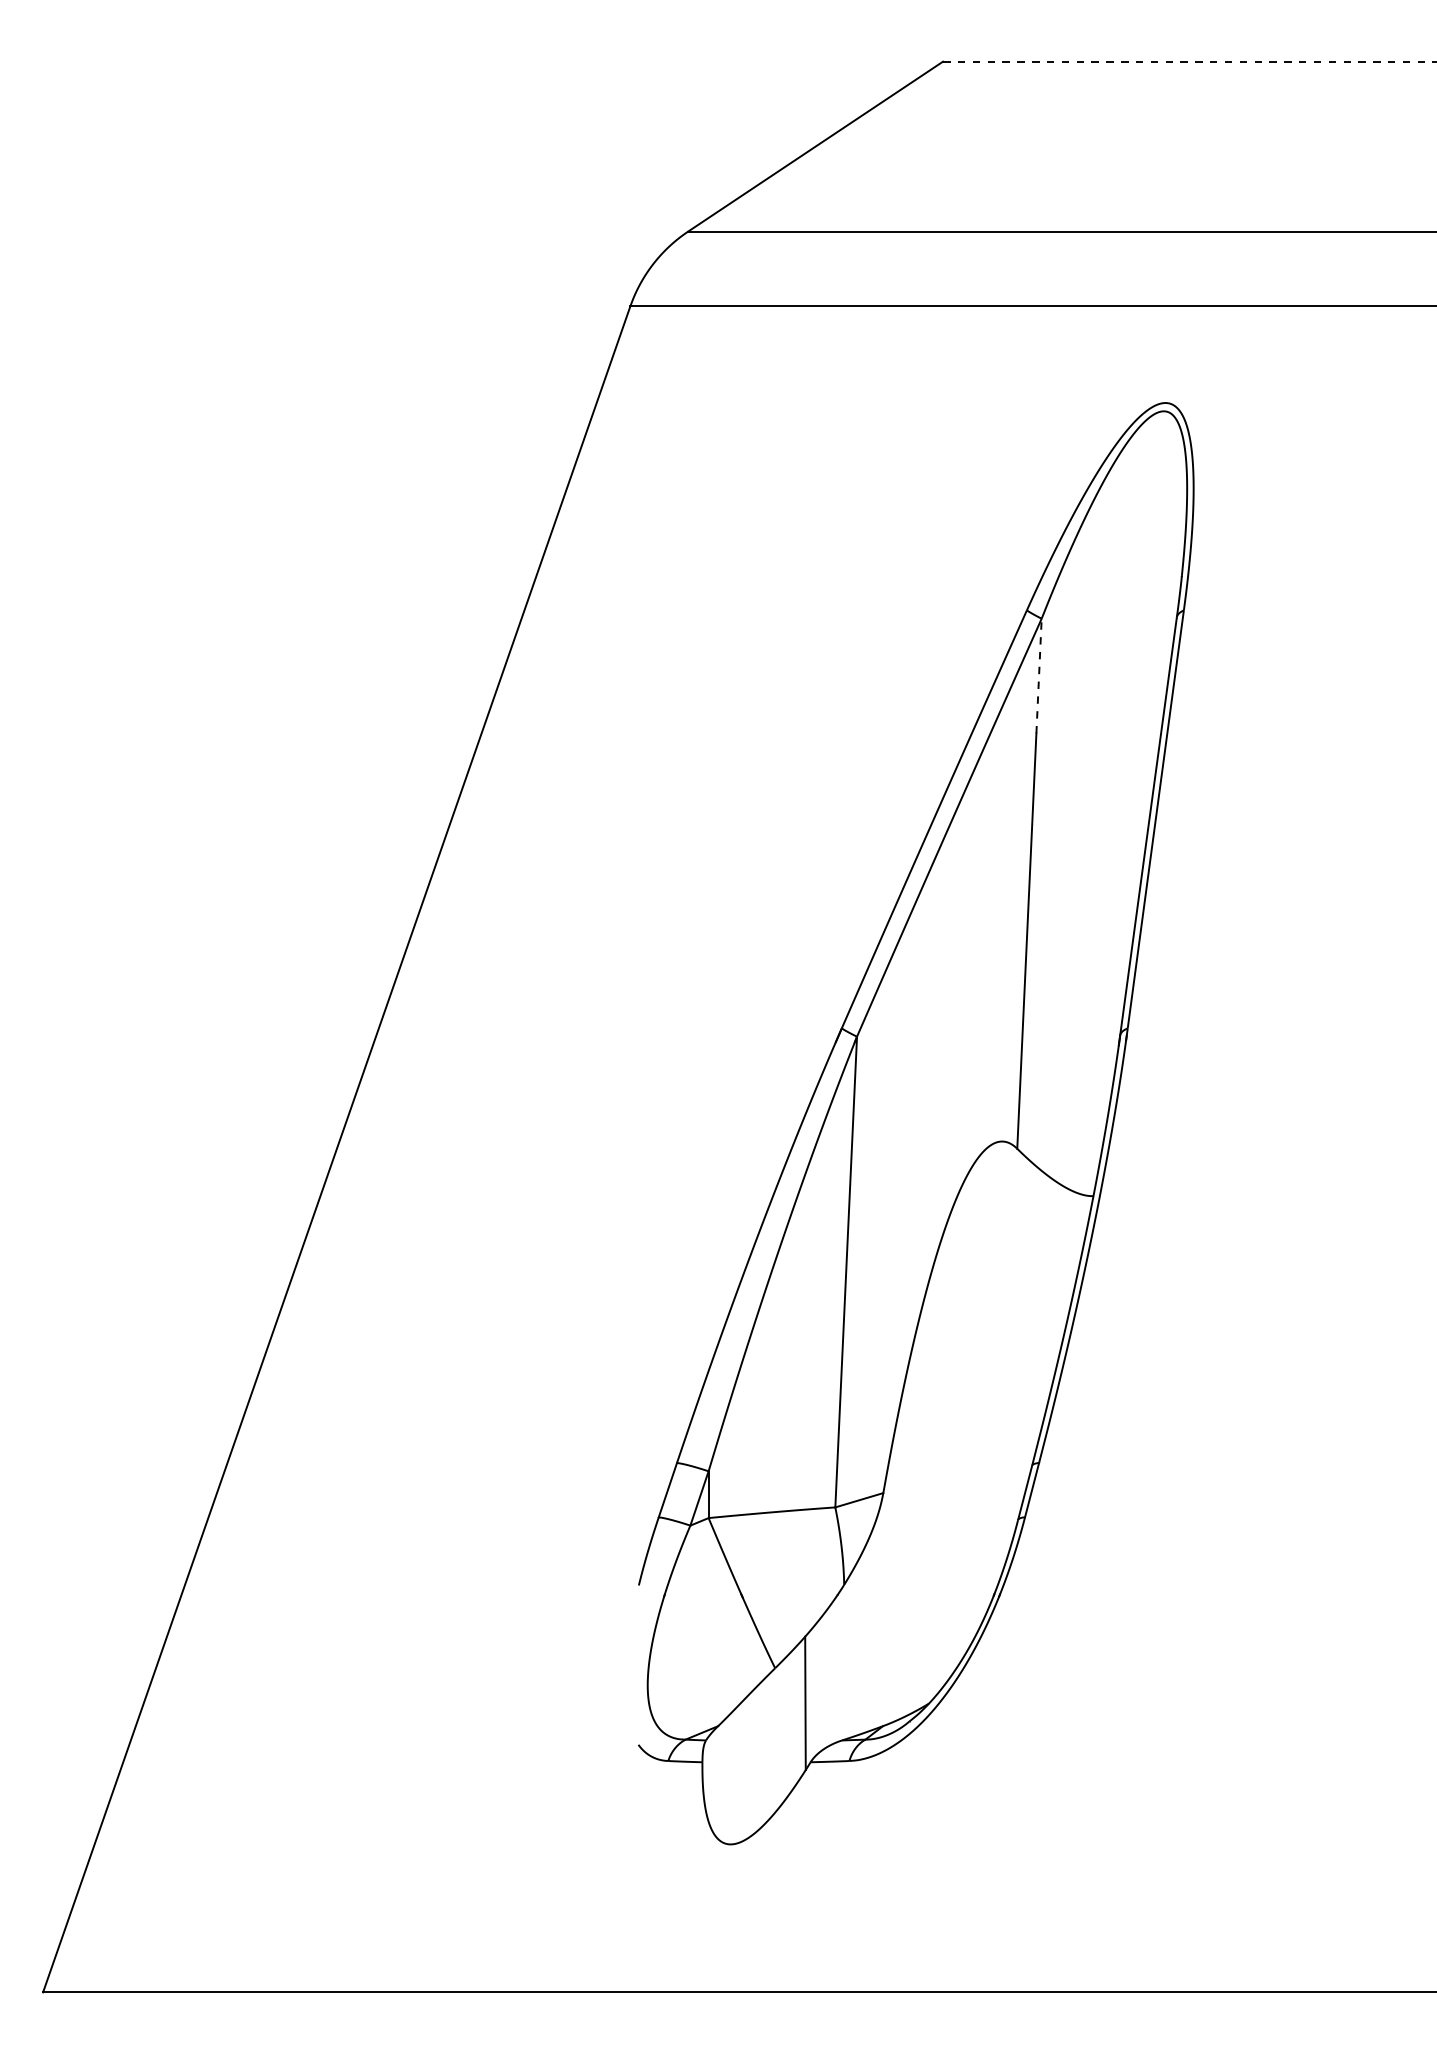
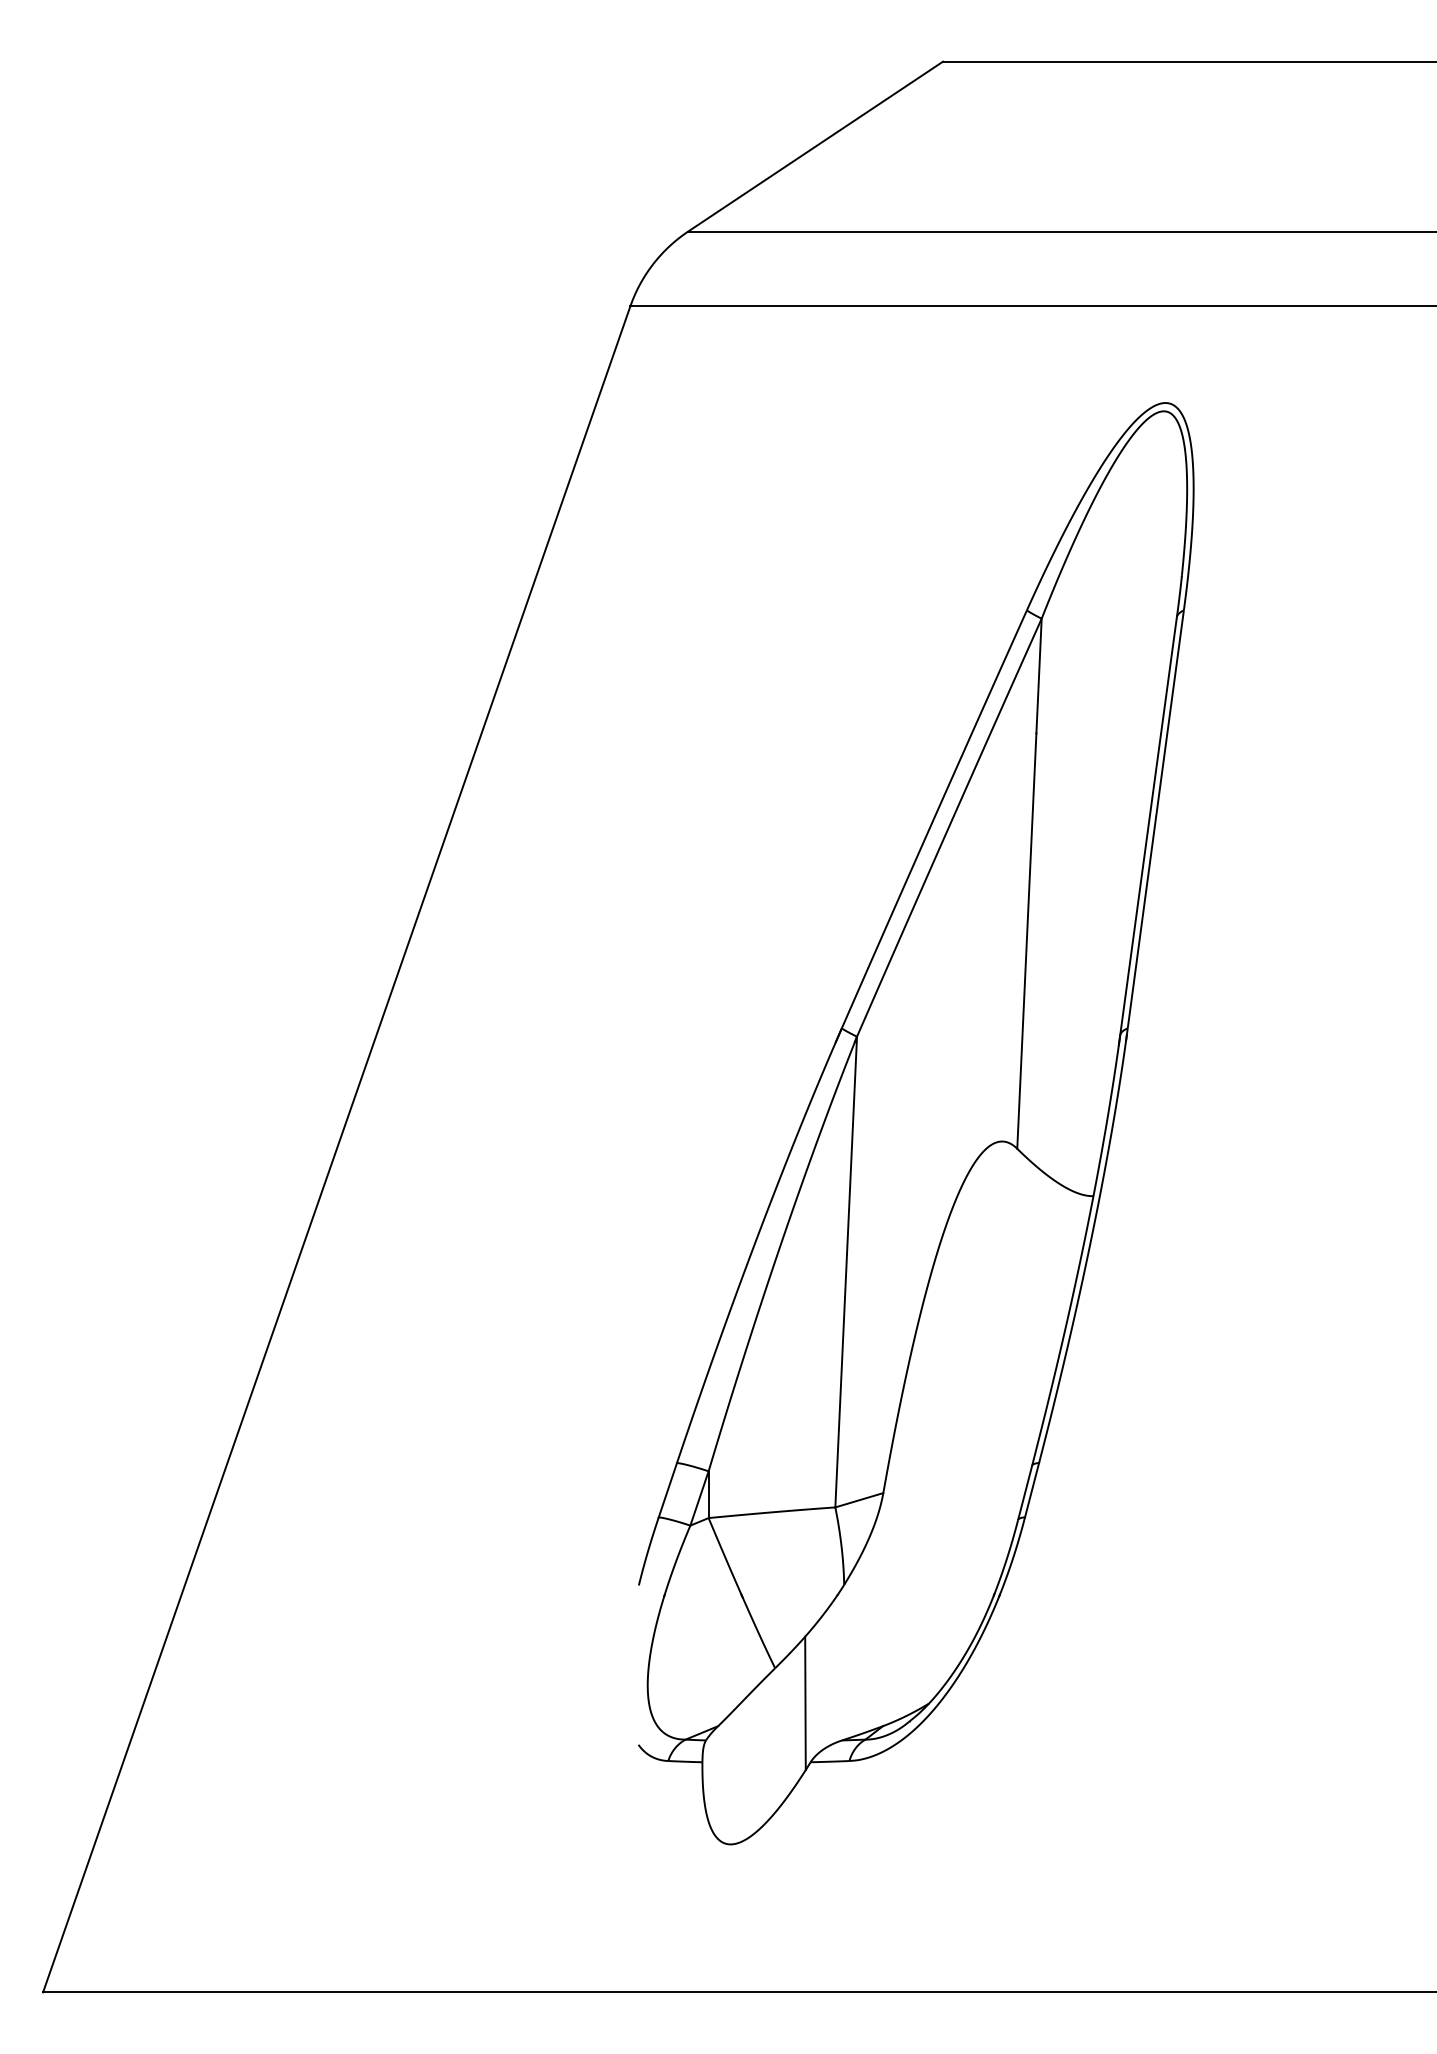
line at (1190, 61): dashed -> solid
line at (1039, 675): dashed -> solid
